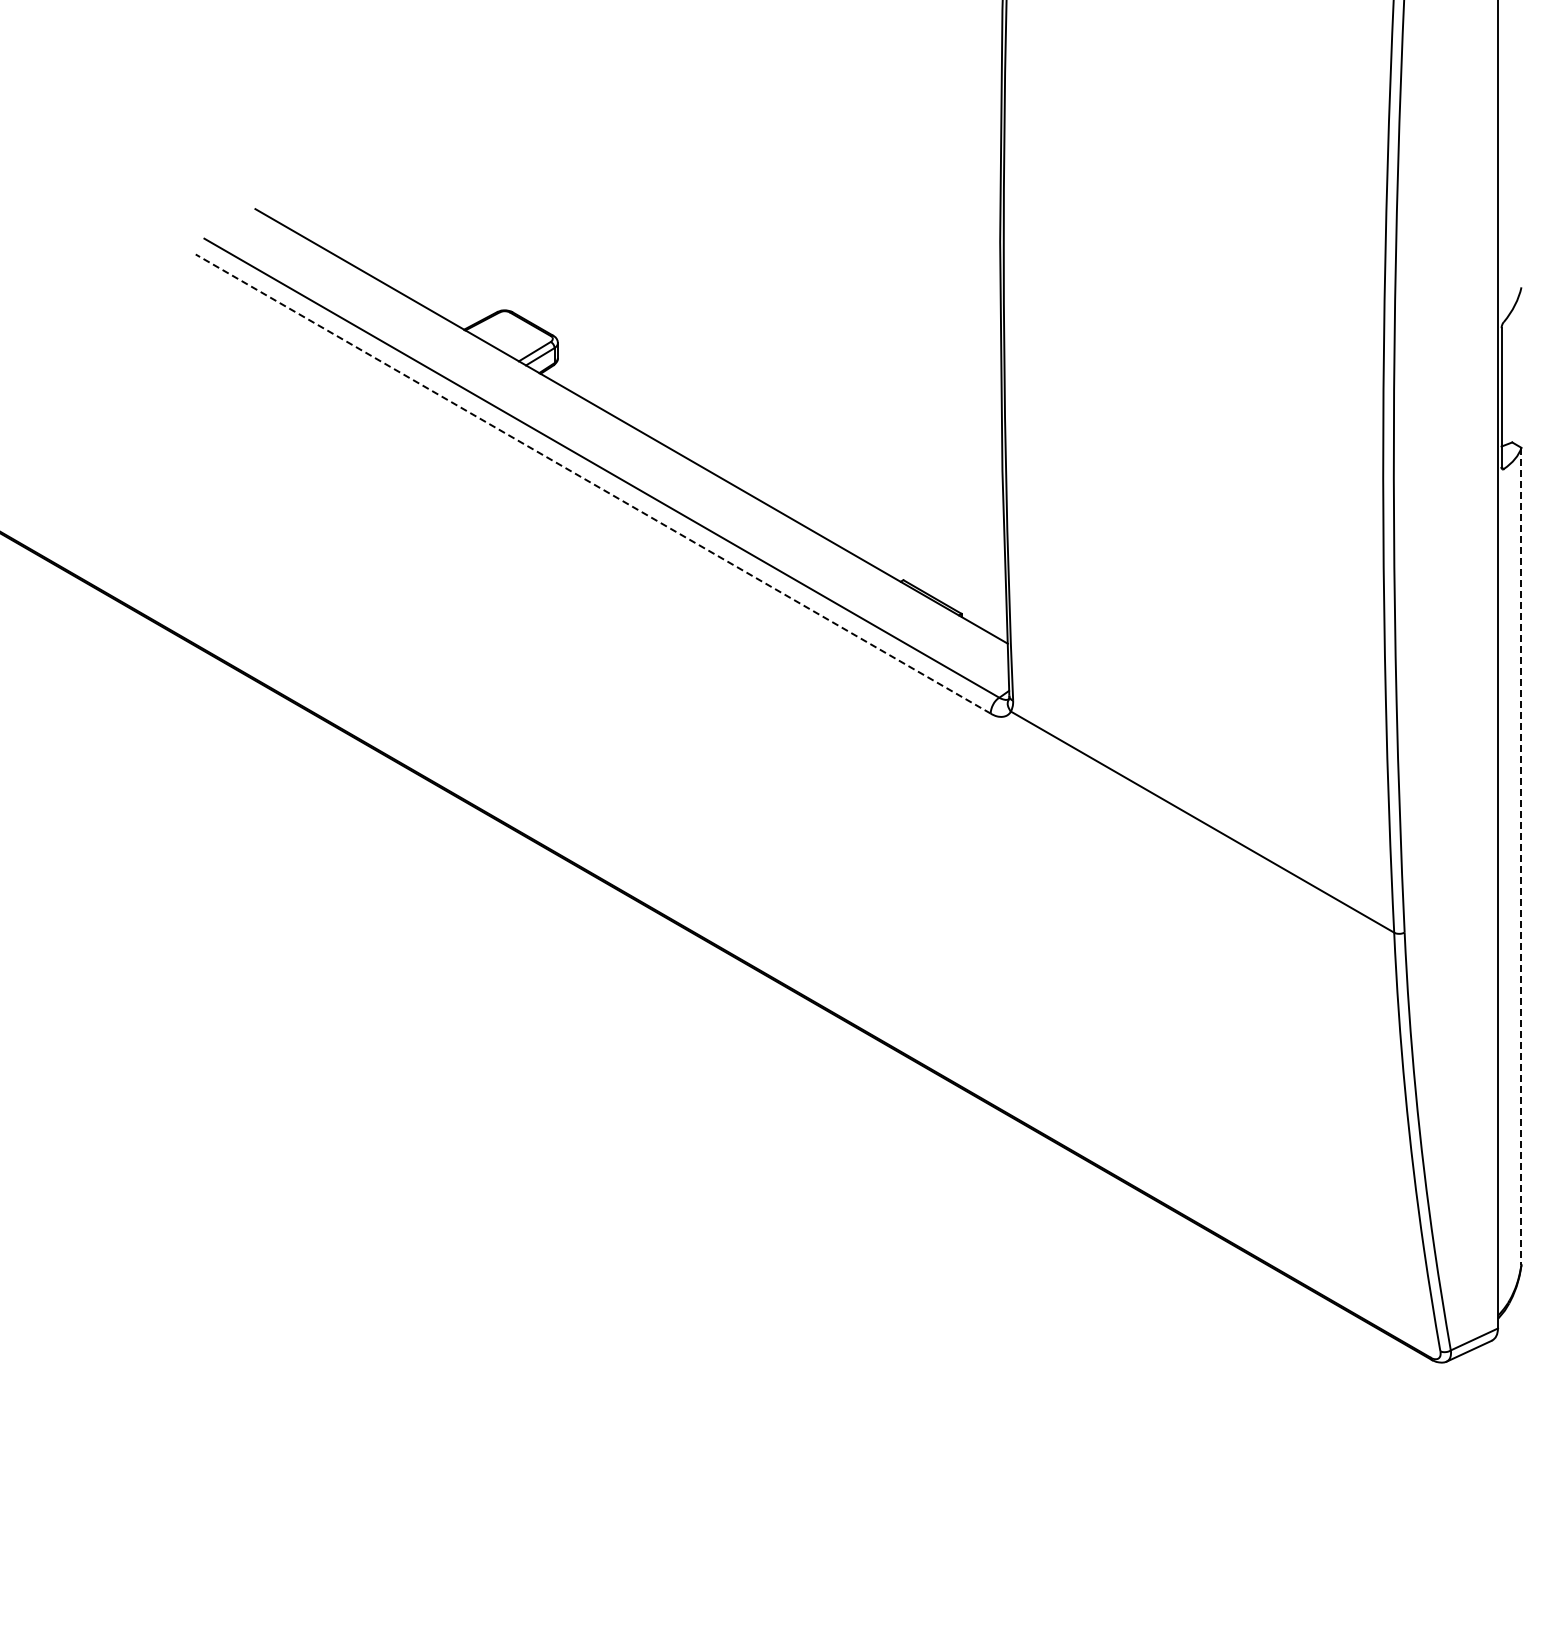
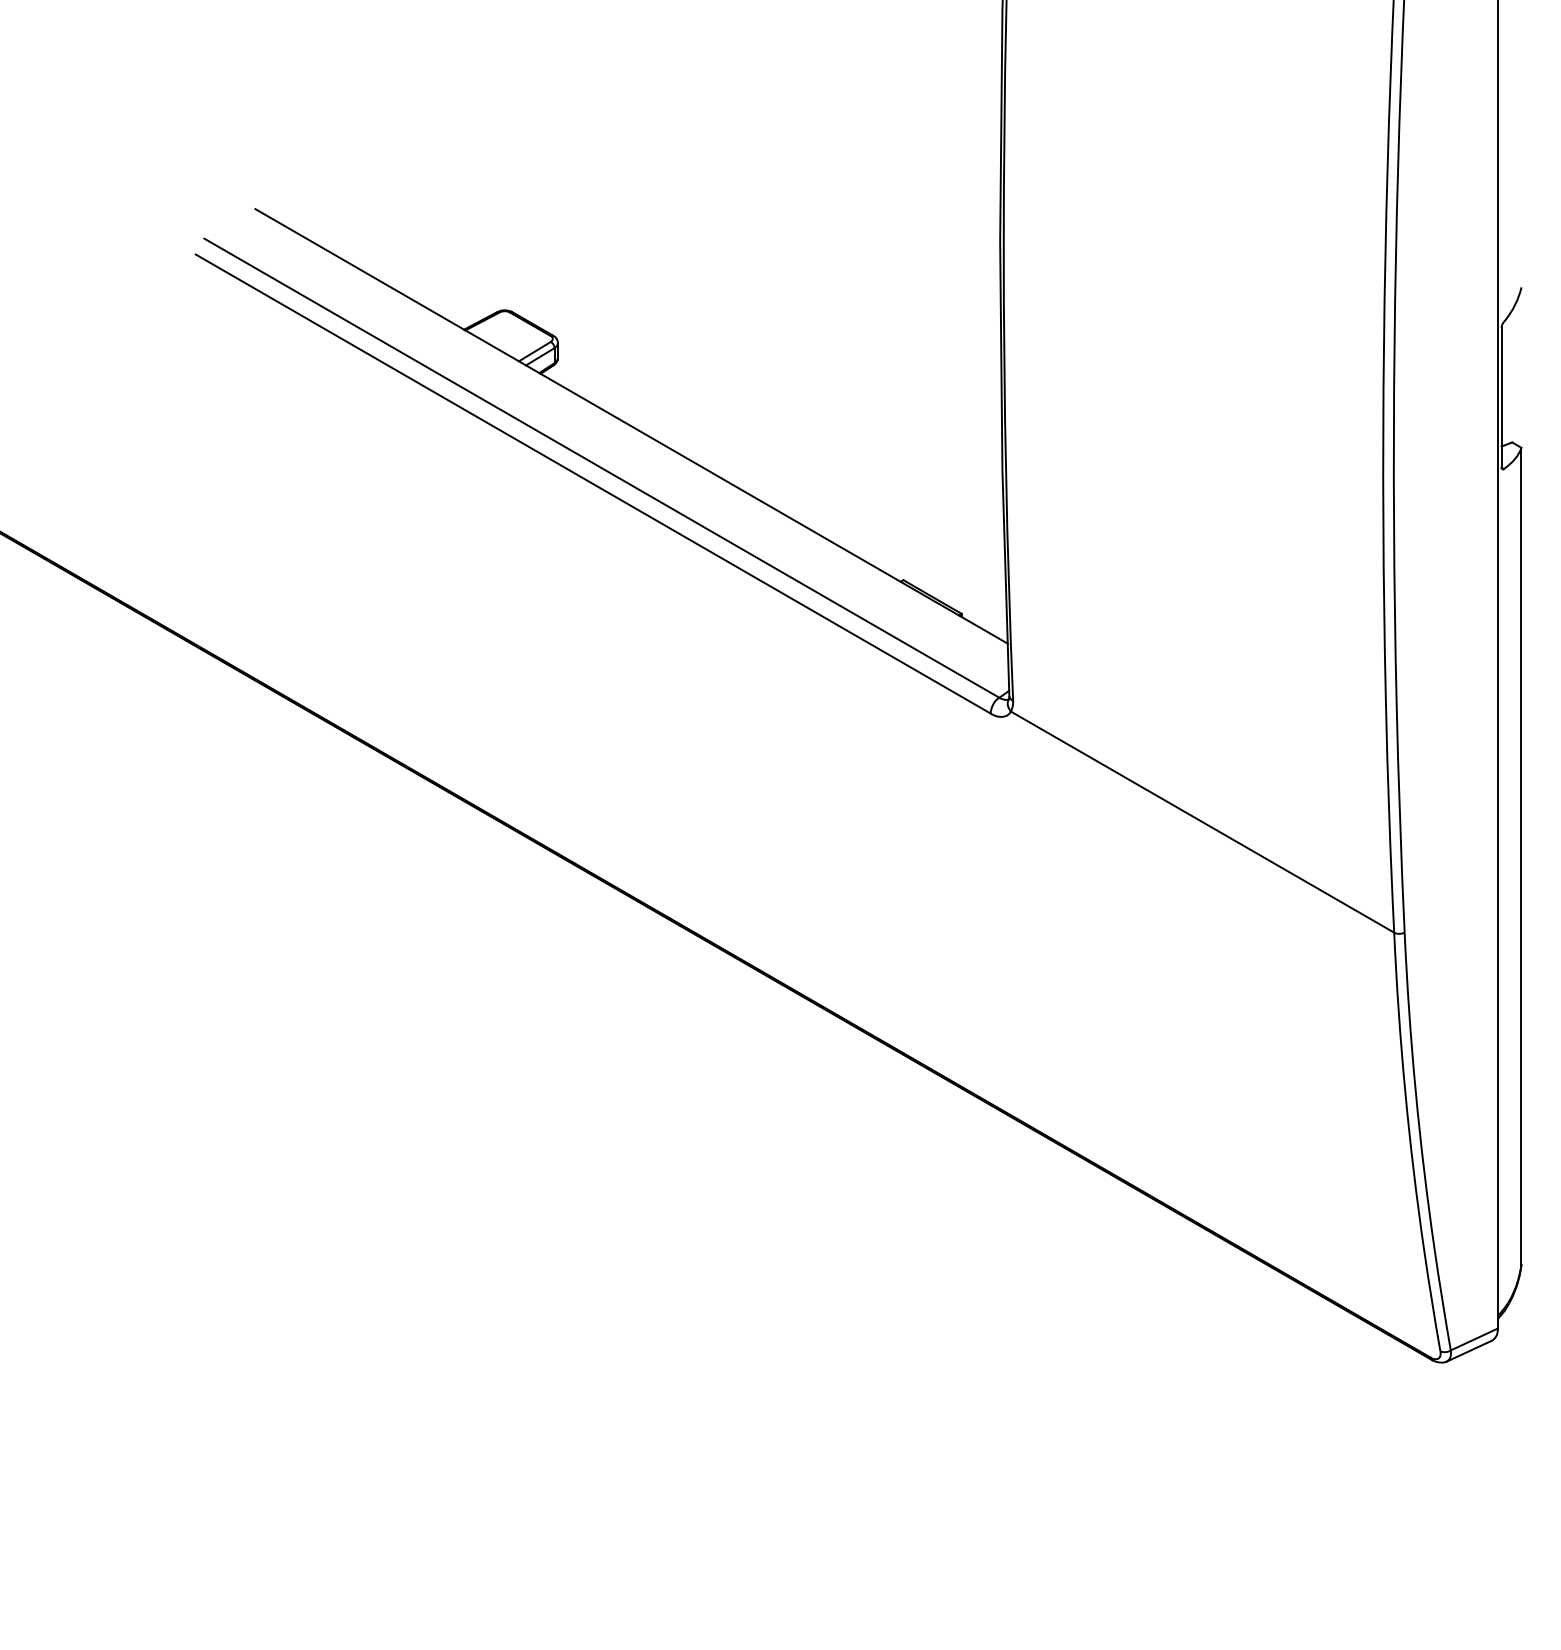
line at (592, 483): dashed -> solid
line at (1521, 856): dashed -> solid
